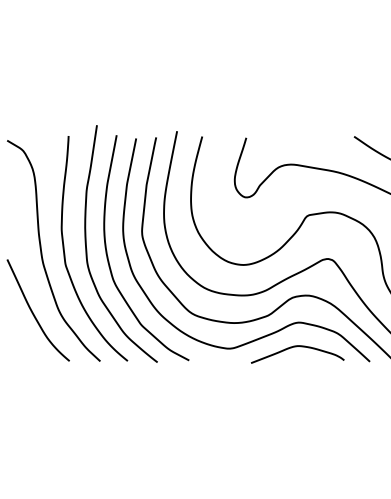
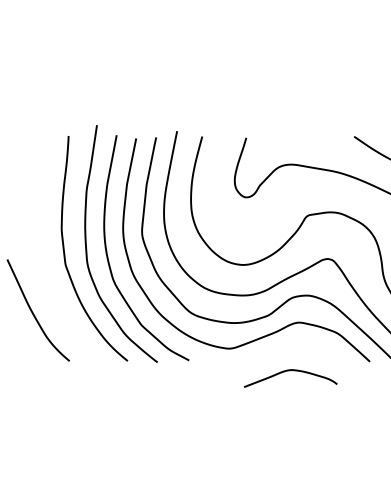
curve at (42, 251): present -> none
curve at (296, 347) position: (296, 347) -> (289, 371)
